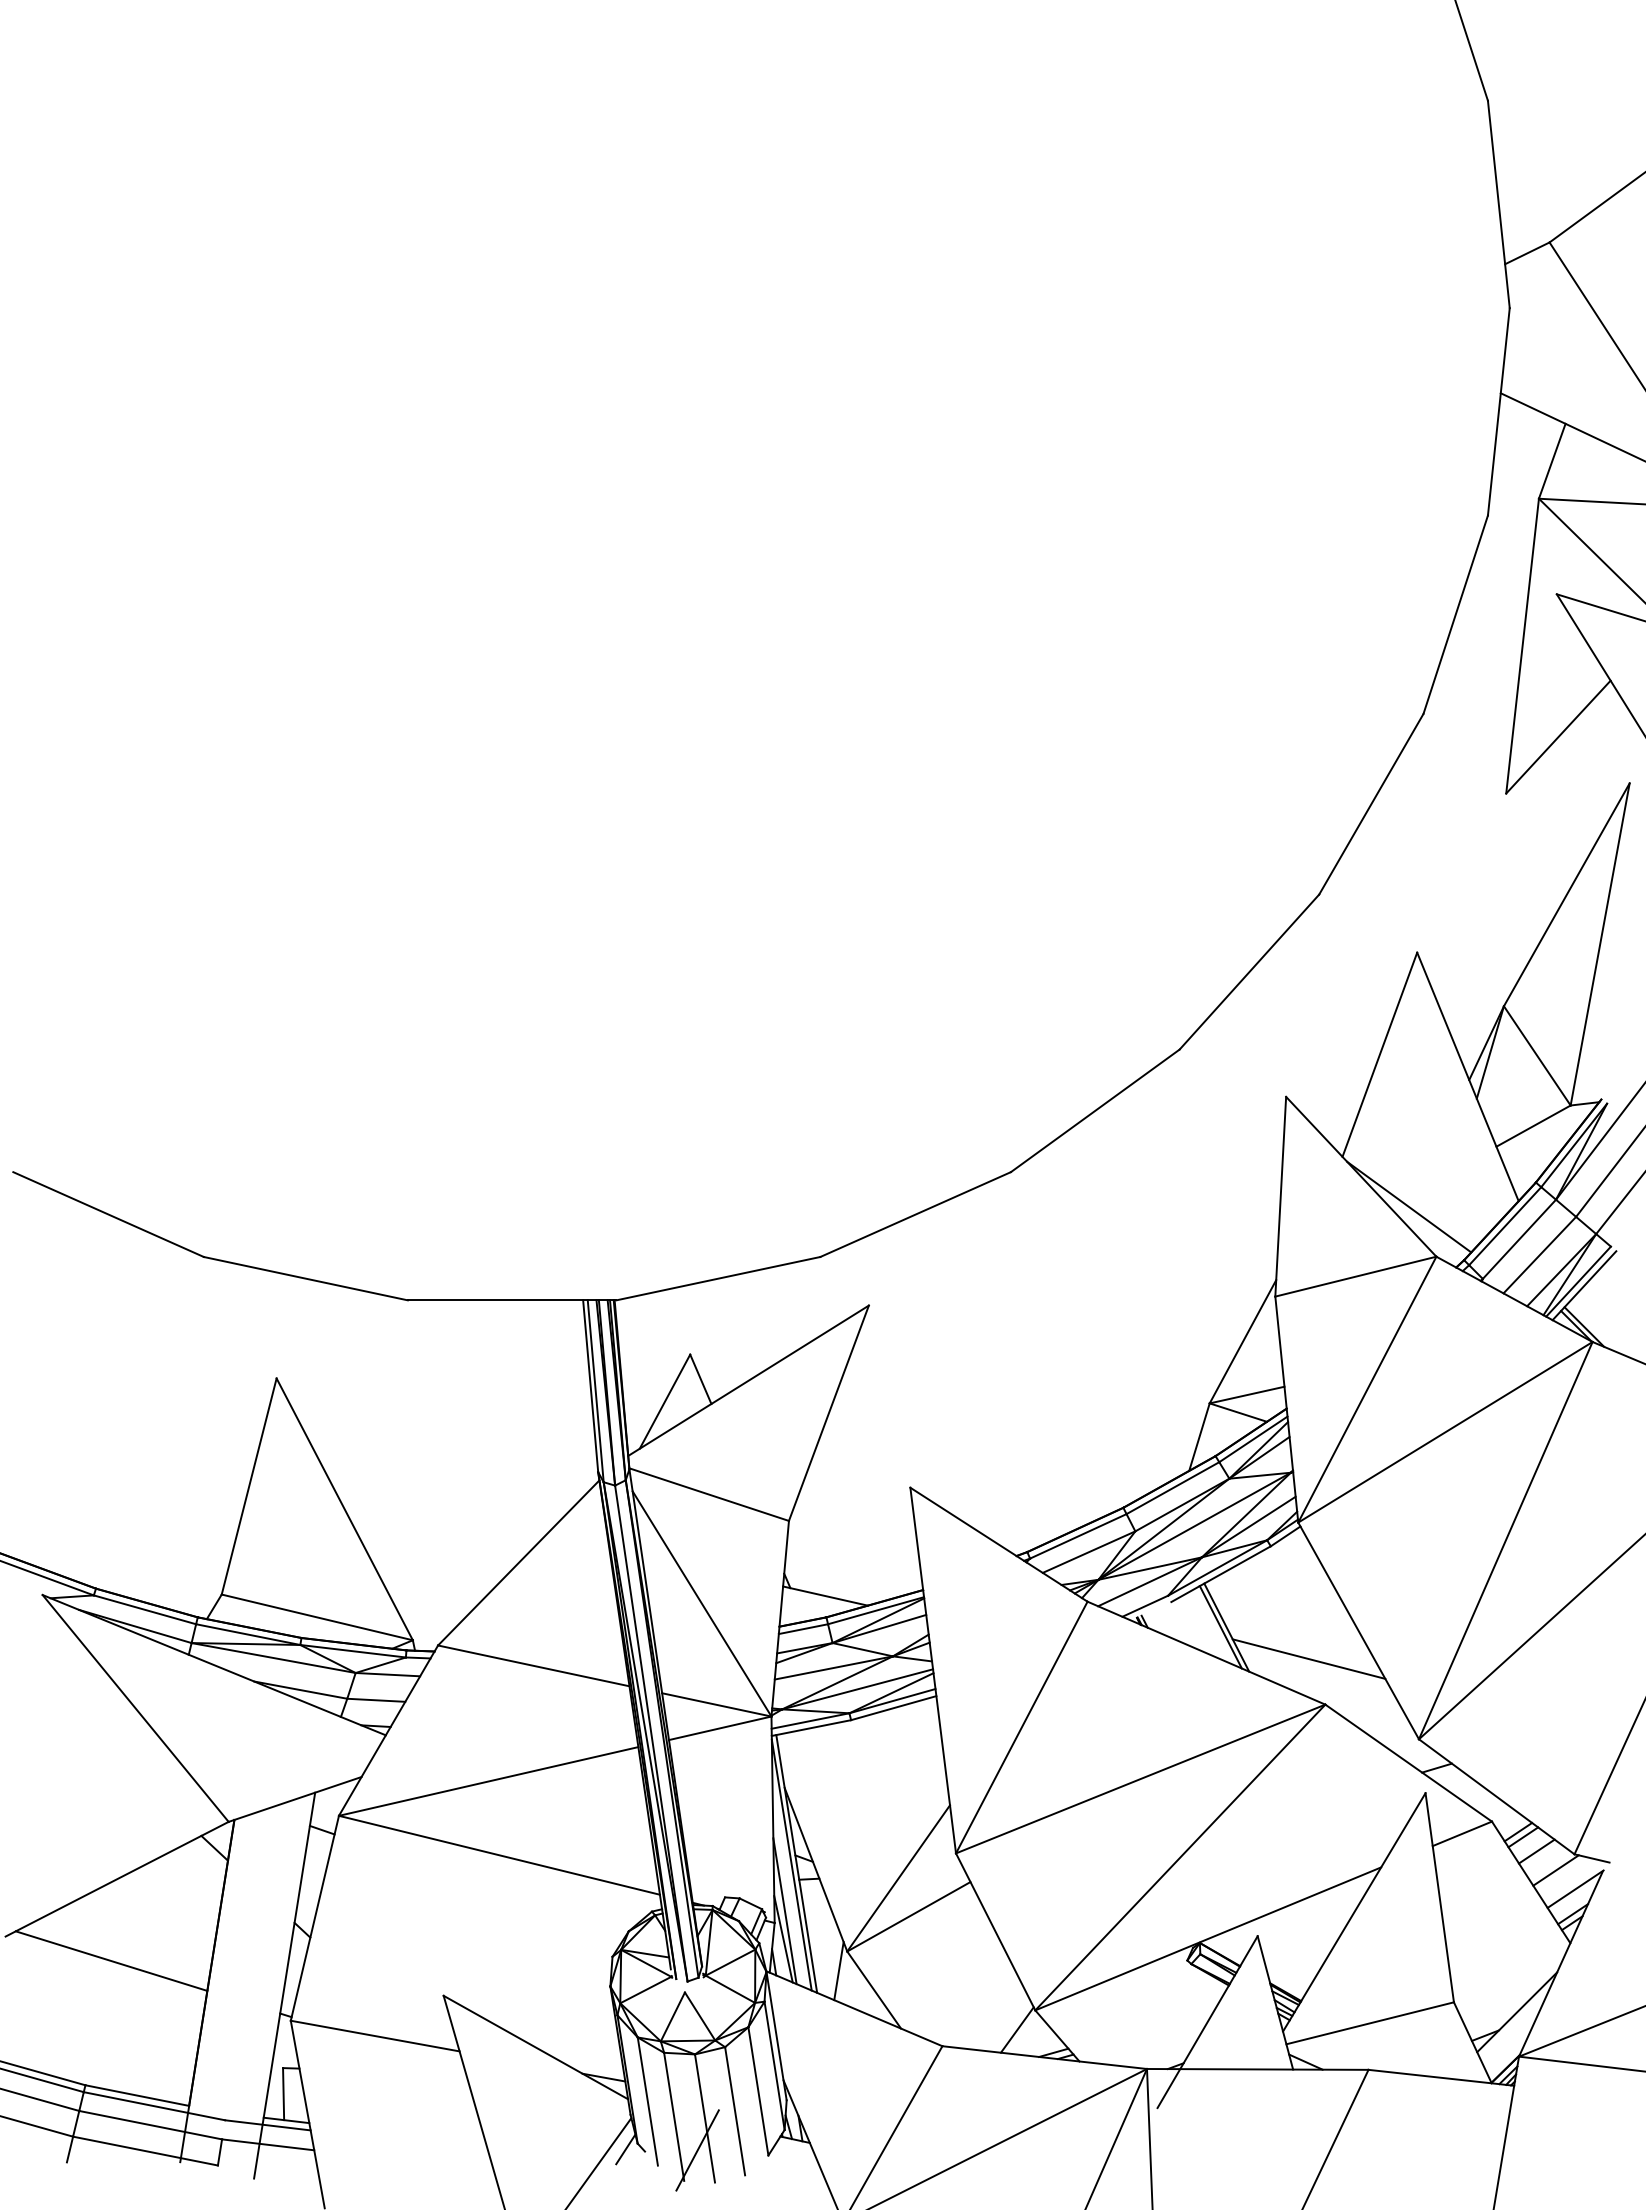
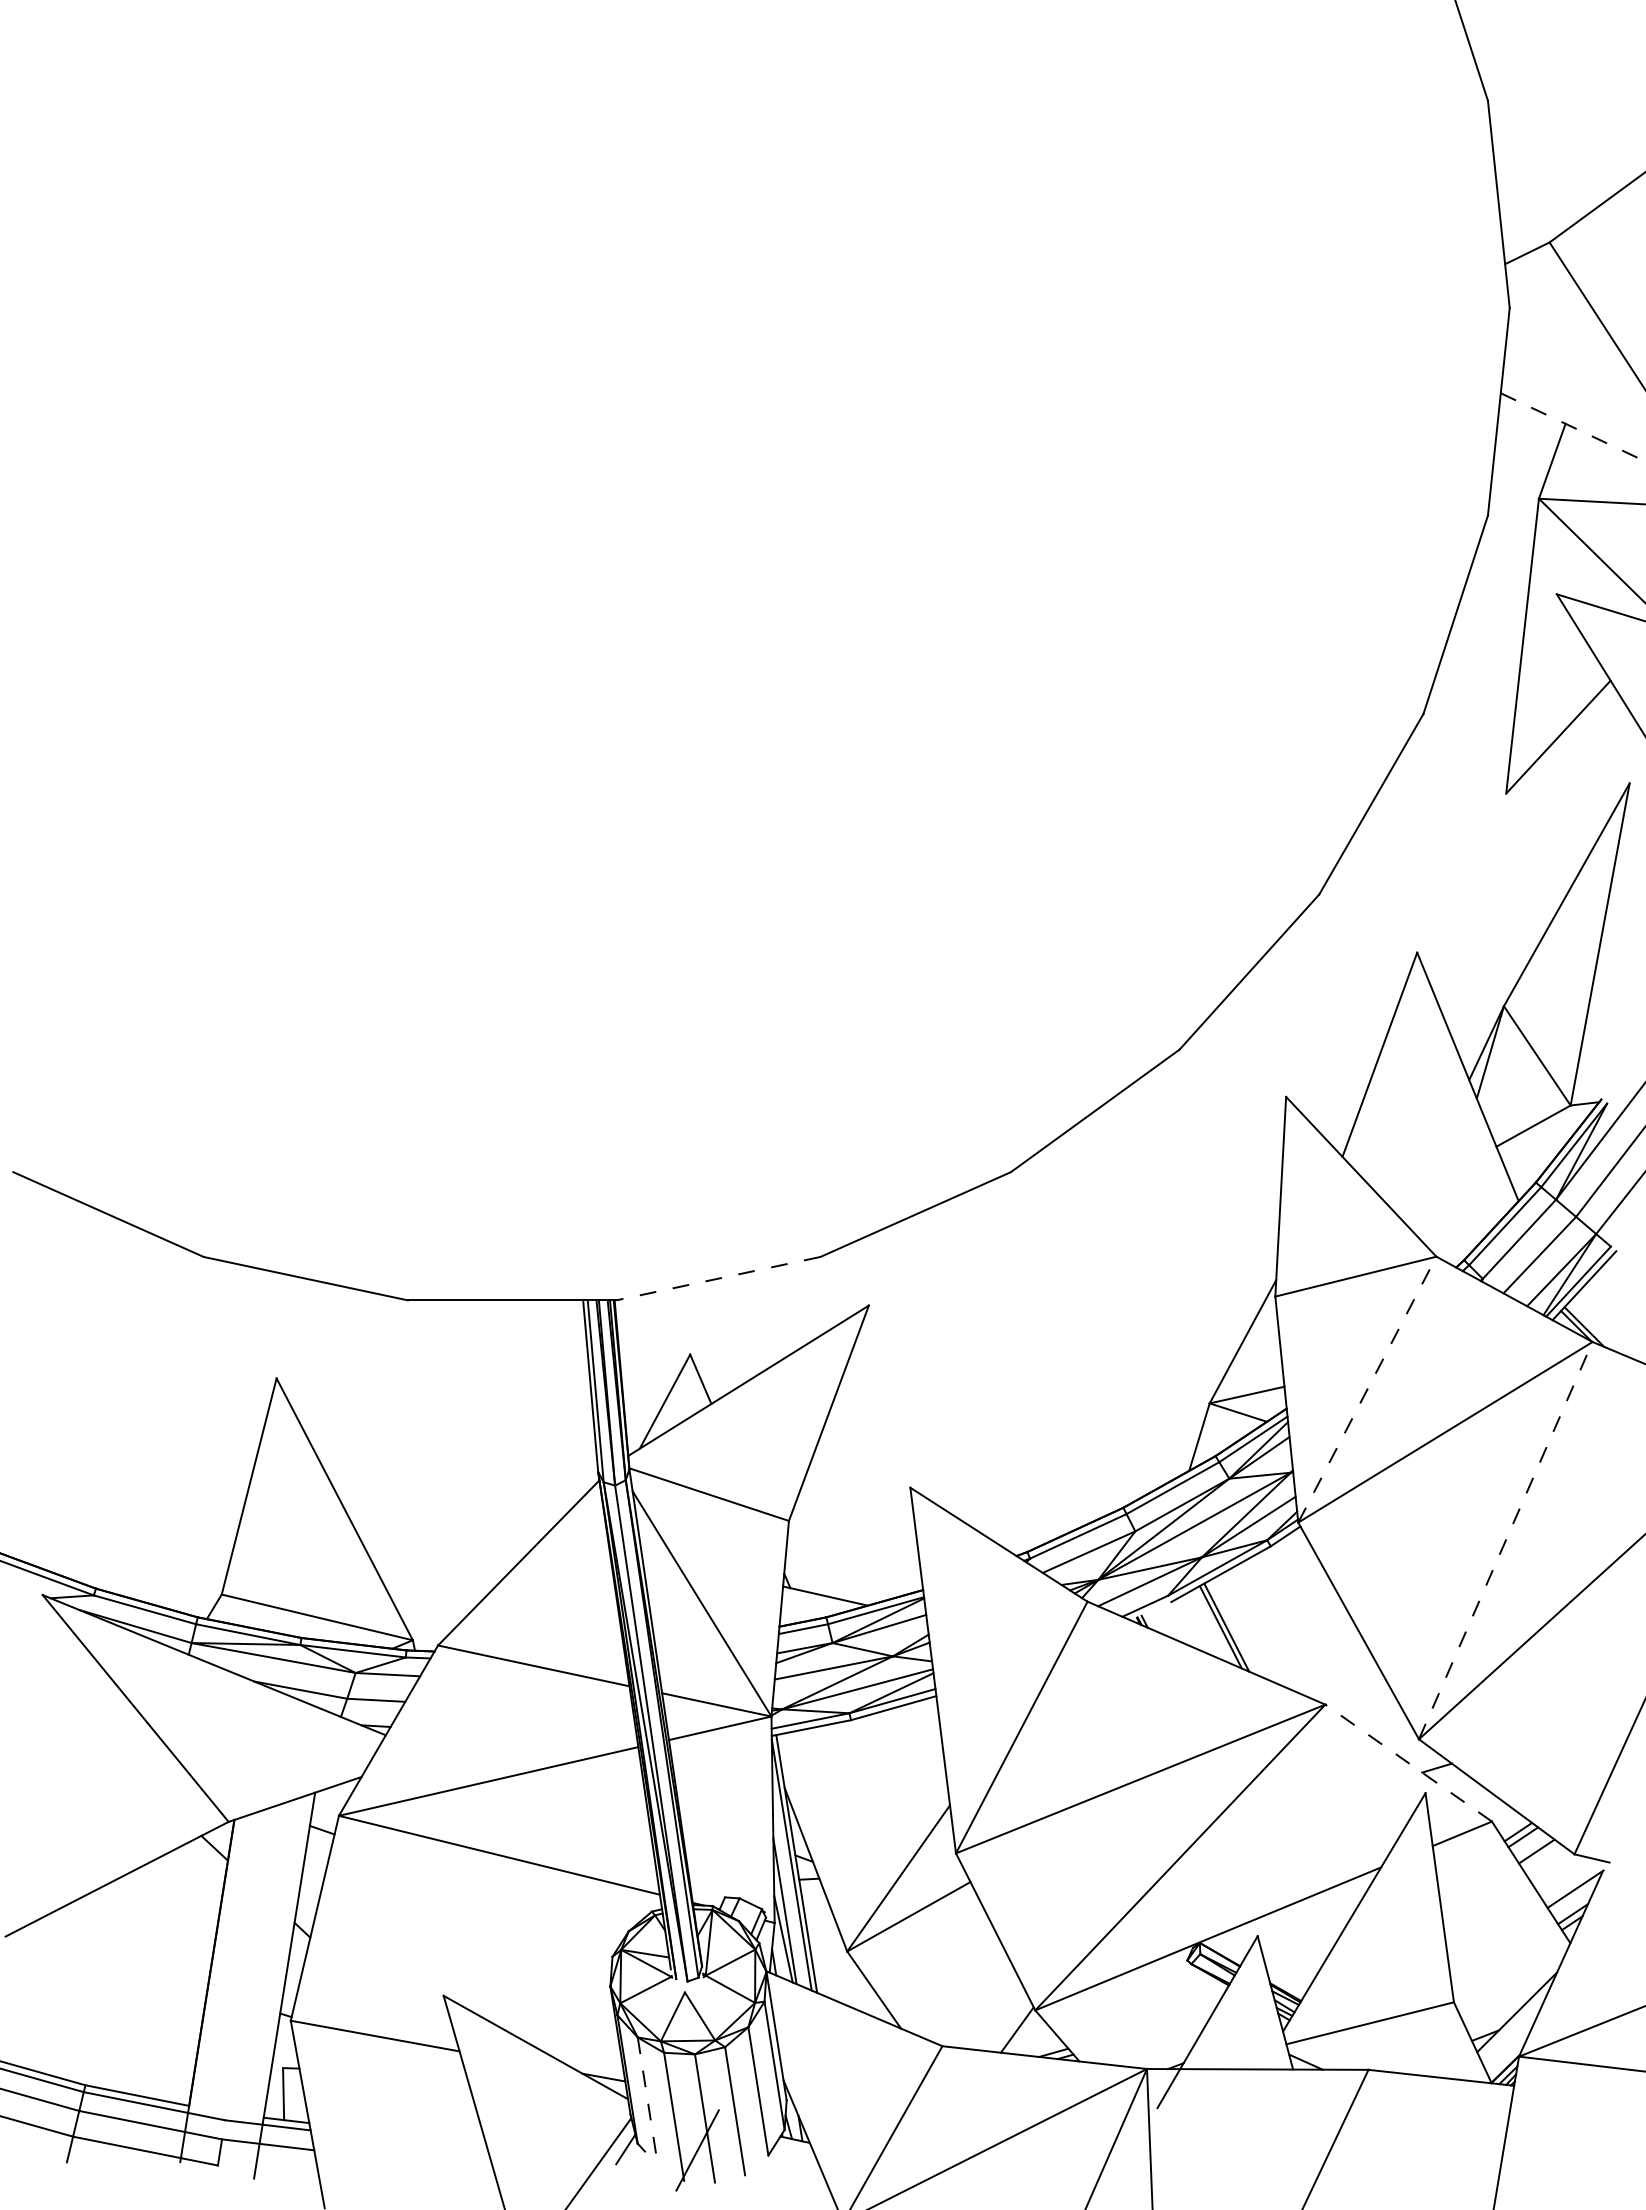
line at (1573, 427): solid -> dashed
line at (1409, 1206): present -> none
line at (717, 1278): solid -> dashed
line at (1367, 1389): solid -> dashed
line at (1505, 1540): solid -> dashed
line at (1308, 1658): present -> none
line at (1408, 1763): solid -> dashed
line at (1555, 1870): present -> none
line at (111, 1960): present -> none
line at (838, 1971): present -> none
line at (647, 2101): solid -> dashed
